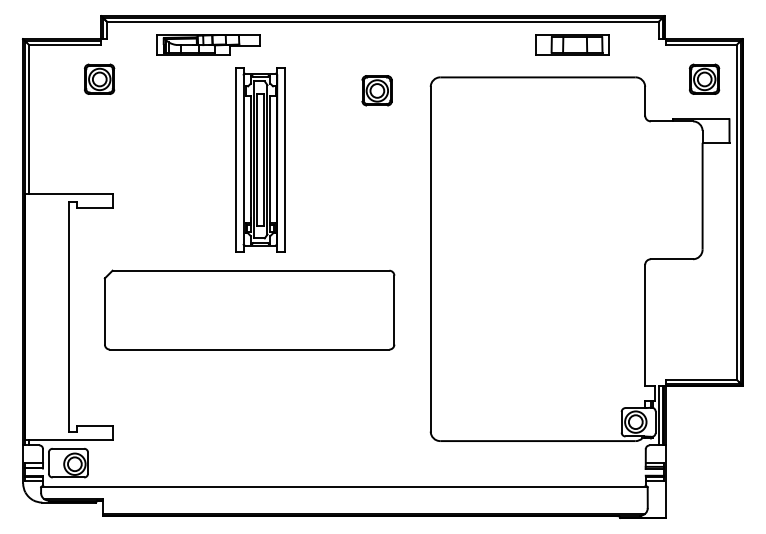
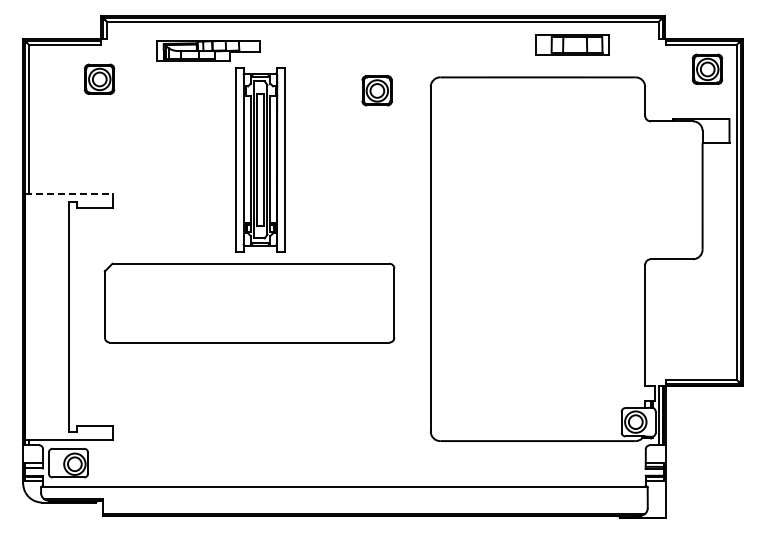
part at (208, 44) position: (208, 44) -> (208, 50)
part at (704, 78) position: (704, 78) -> (707, 68)
line at (69, 193): solid -> dashed
part at (249, 309) position: (249, 309) -> (249, 302)
